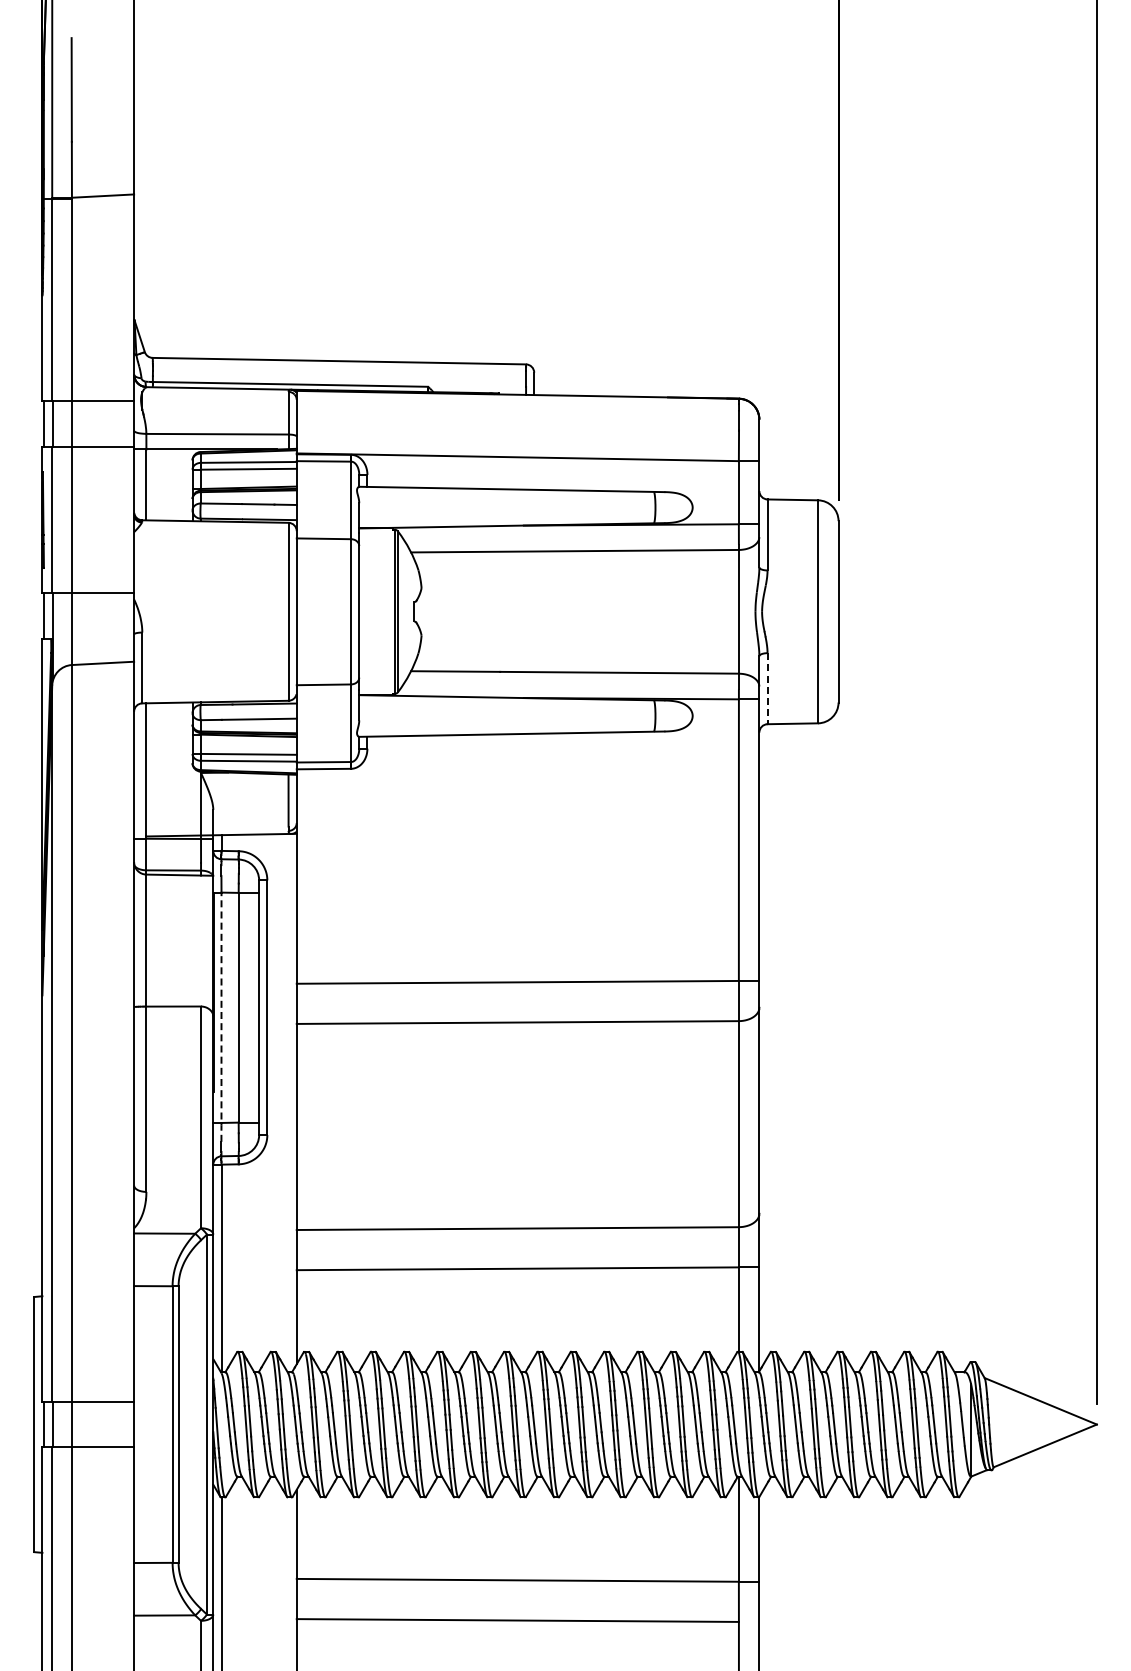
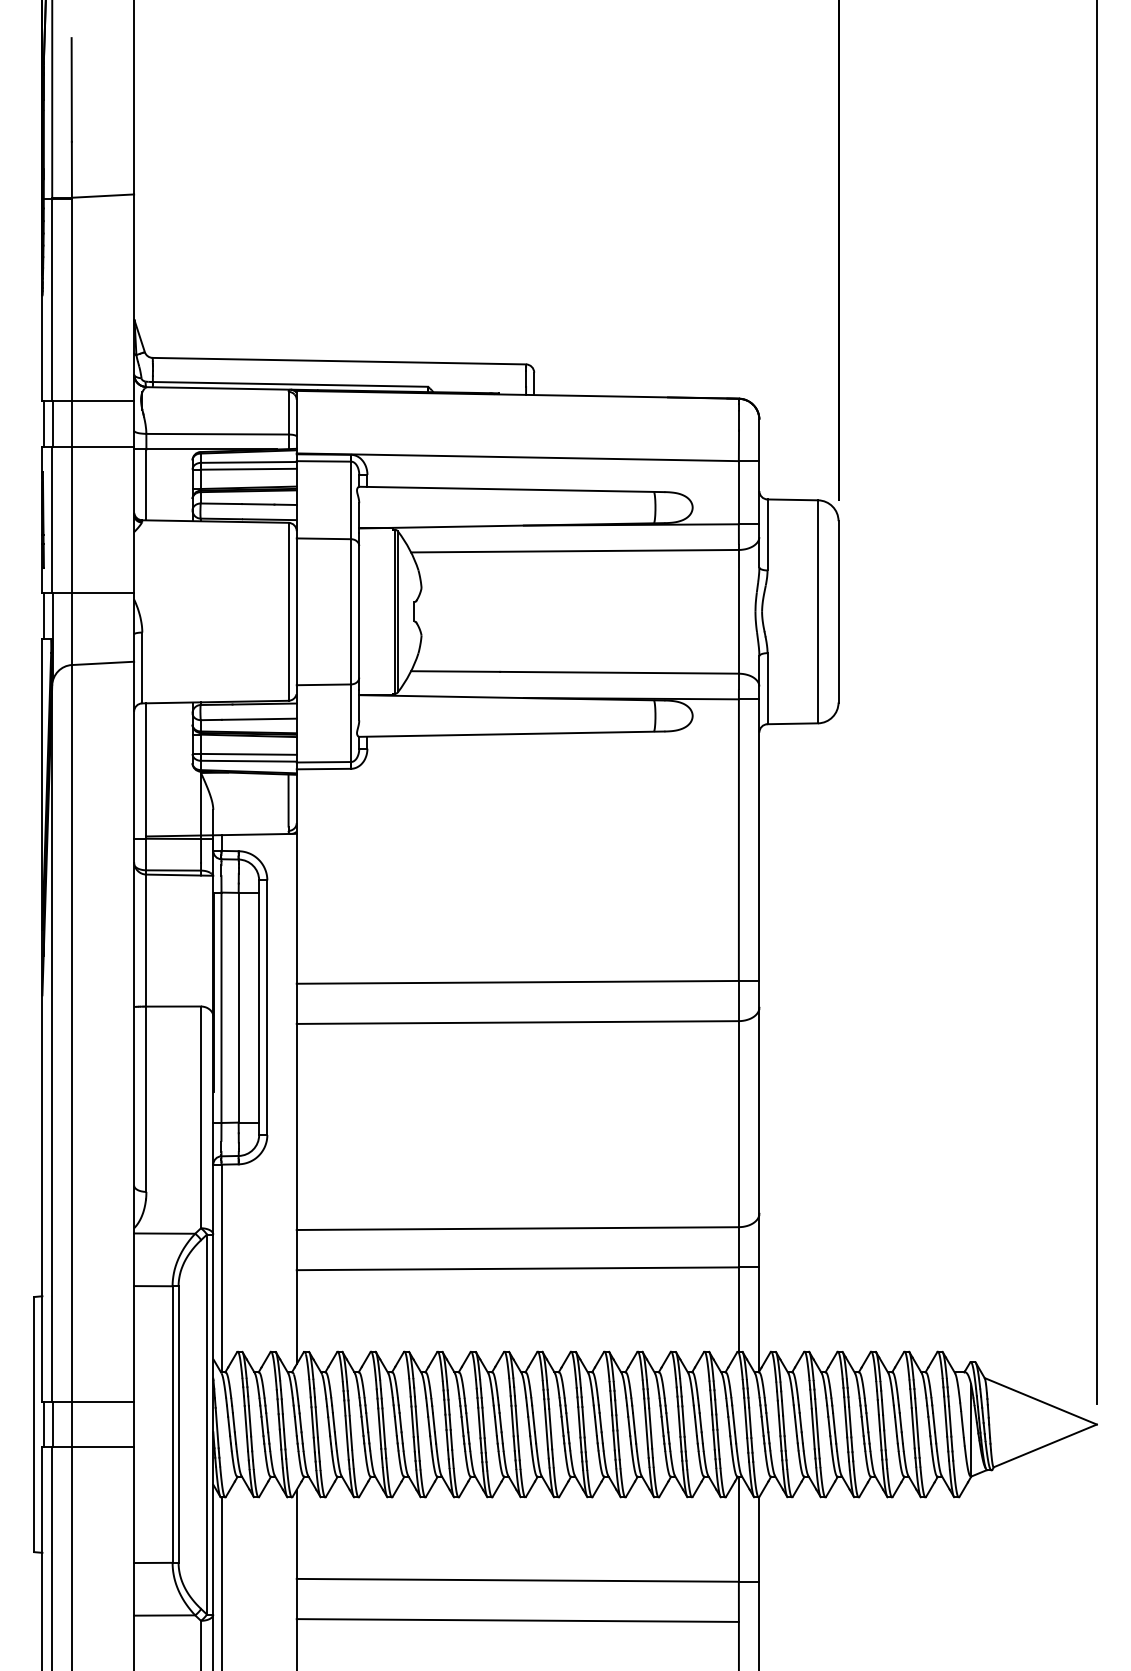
line at (767, 688): dashed -> solid
line at (221, 1017): dashed -> solid
